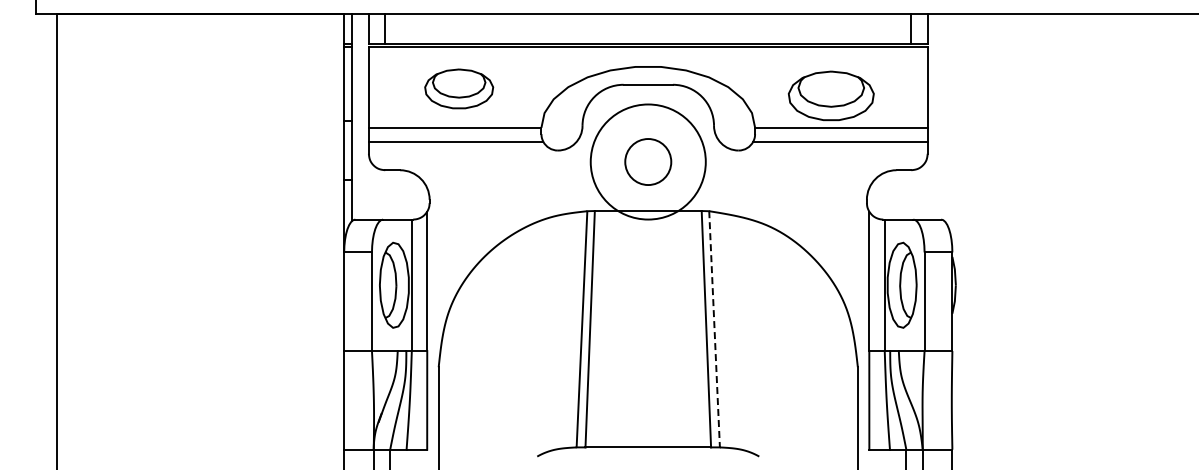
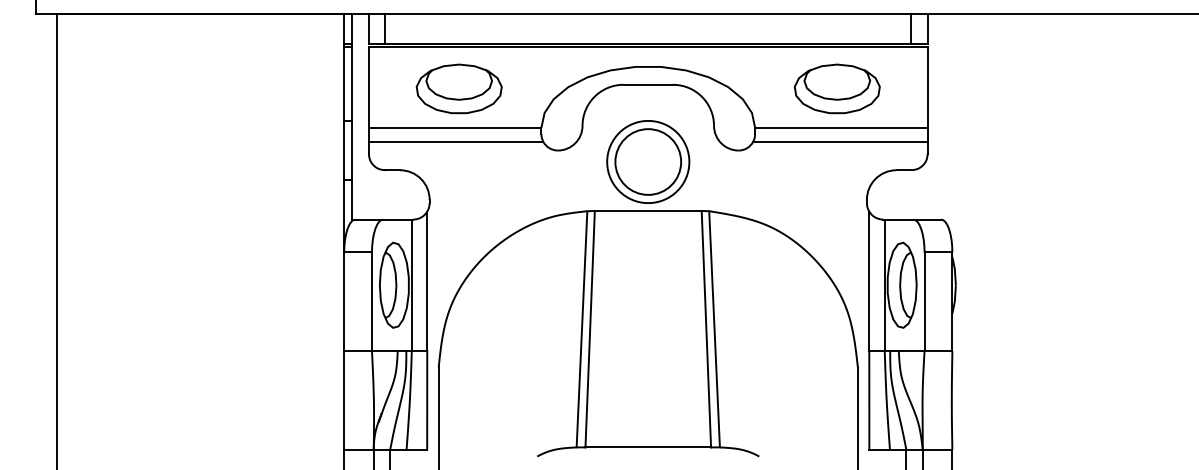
part at (459, 88) size: 71x42 px -> 88x52 px
part at (830, 95) position: (830, 95) -> (836, 88)
circle at (647, 161) diameter: 115 px -> 82 px
circle at (648, 162) diameter: 46 px -> 66 px
line at (714, 329): dashed -> solid
